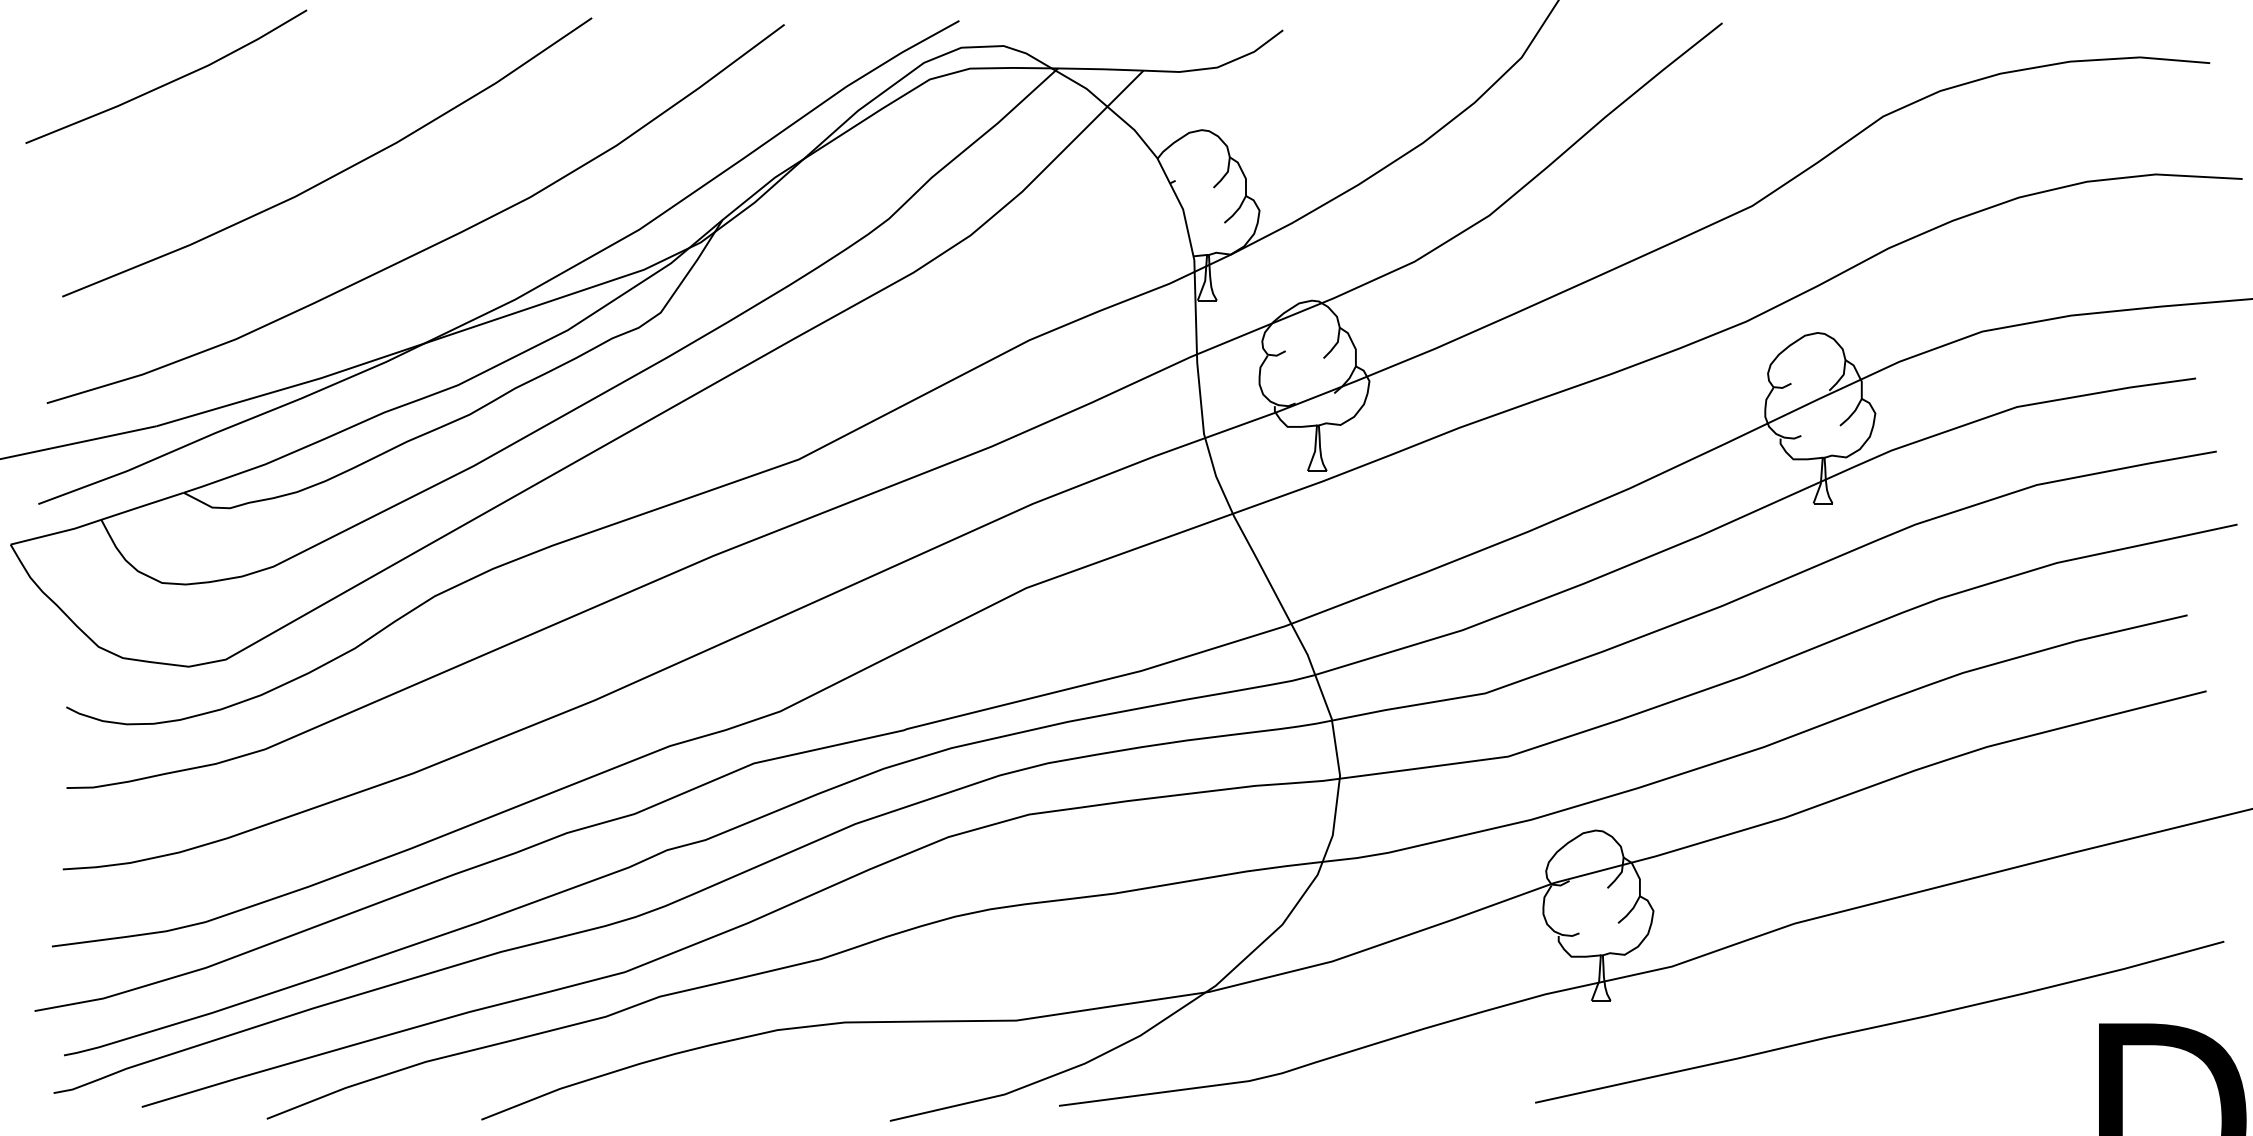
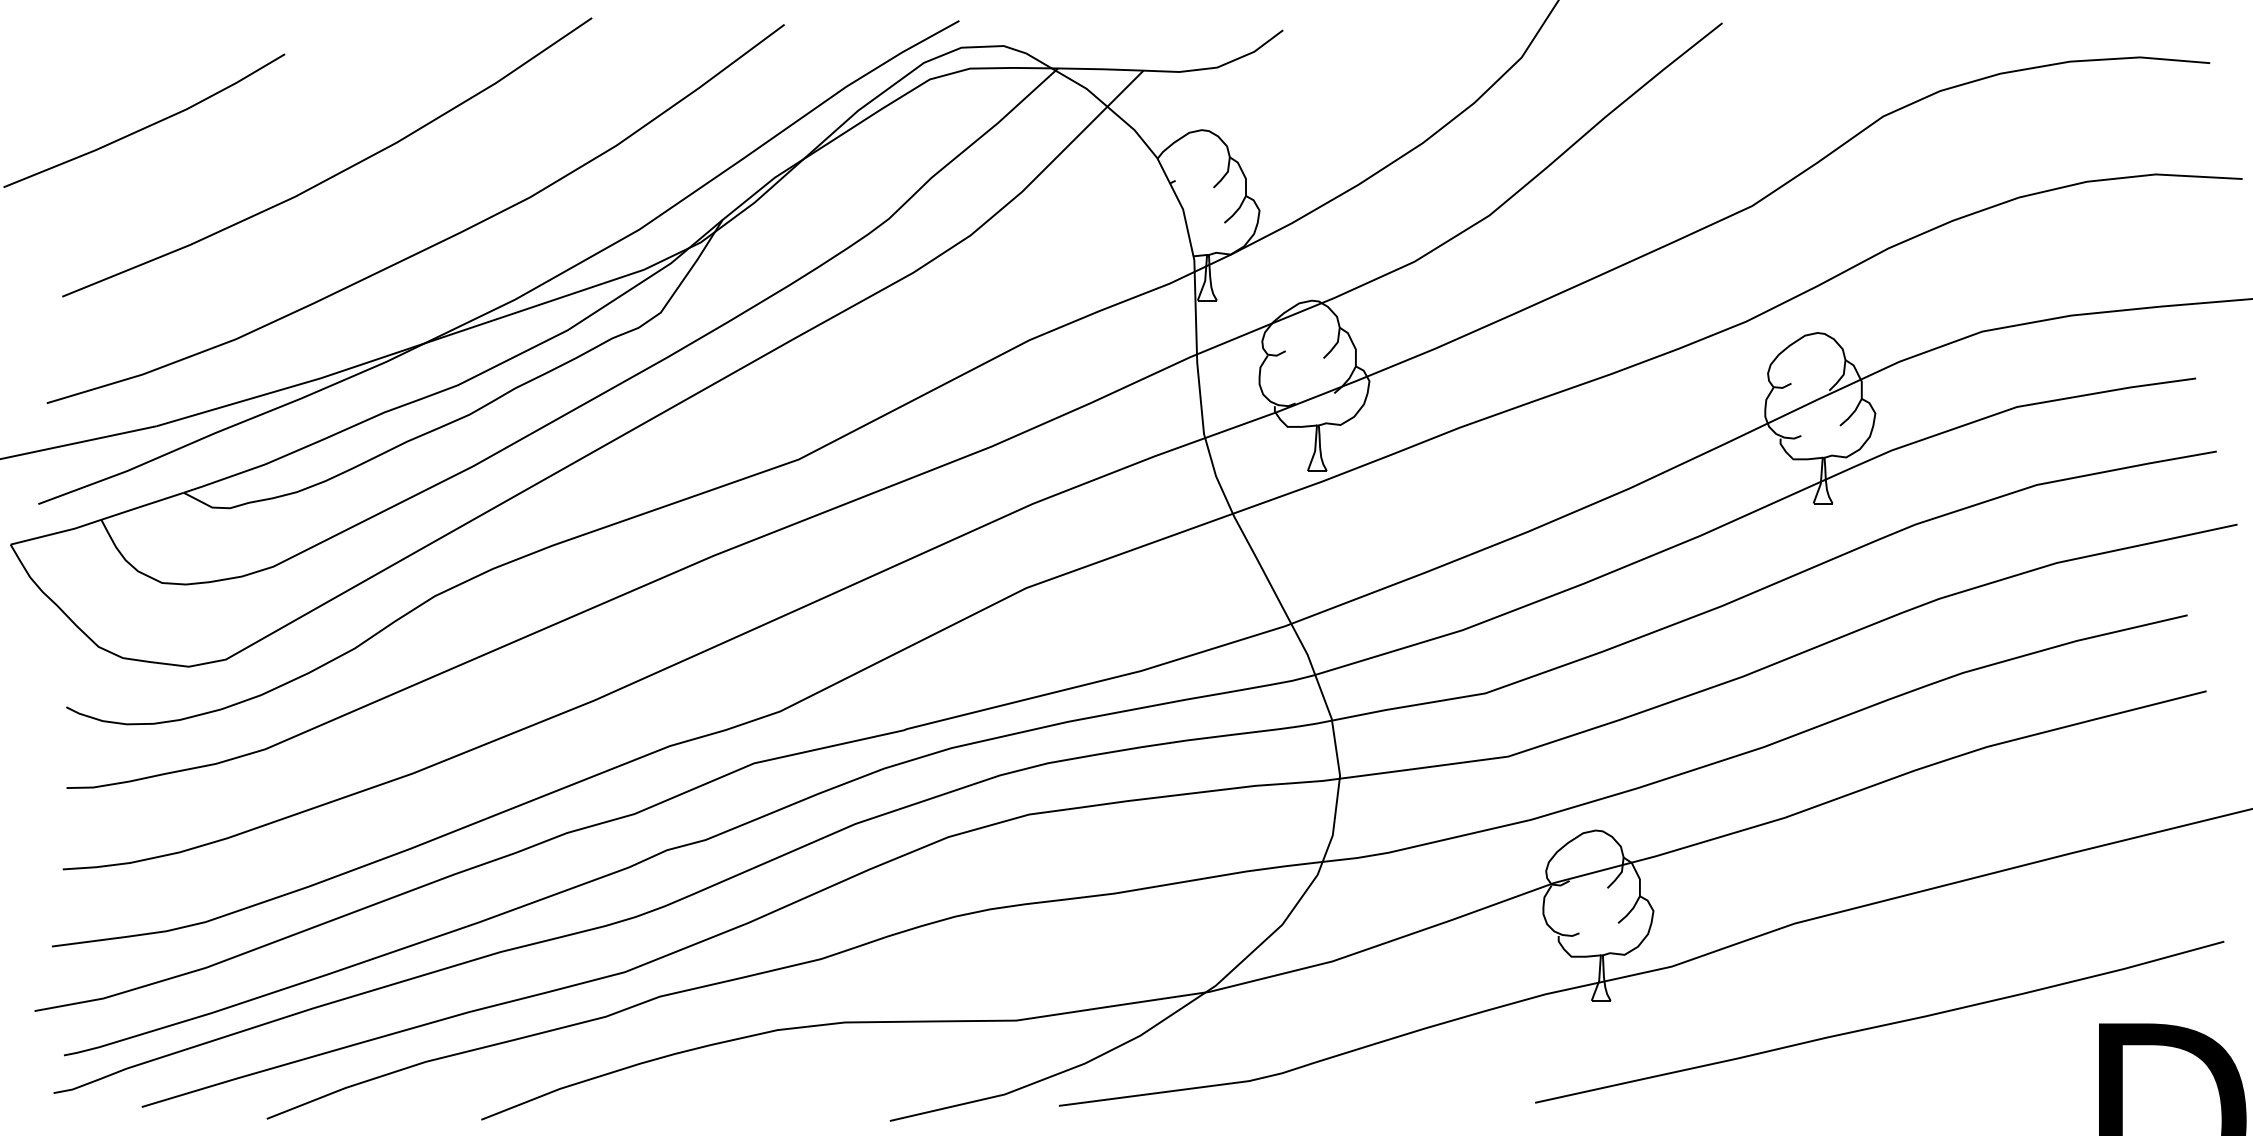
line at (169, 81) position: (169, 81) -> (147, 125)
